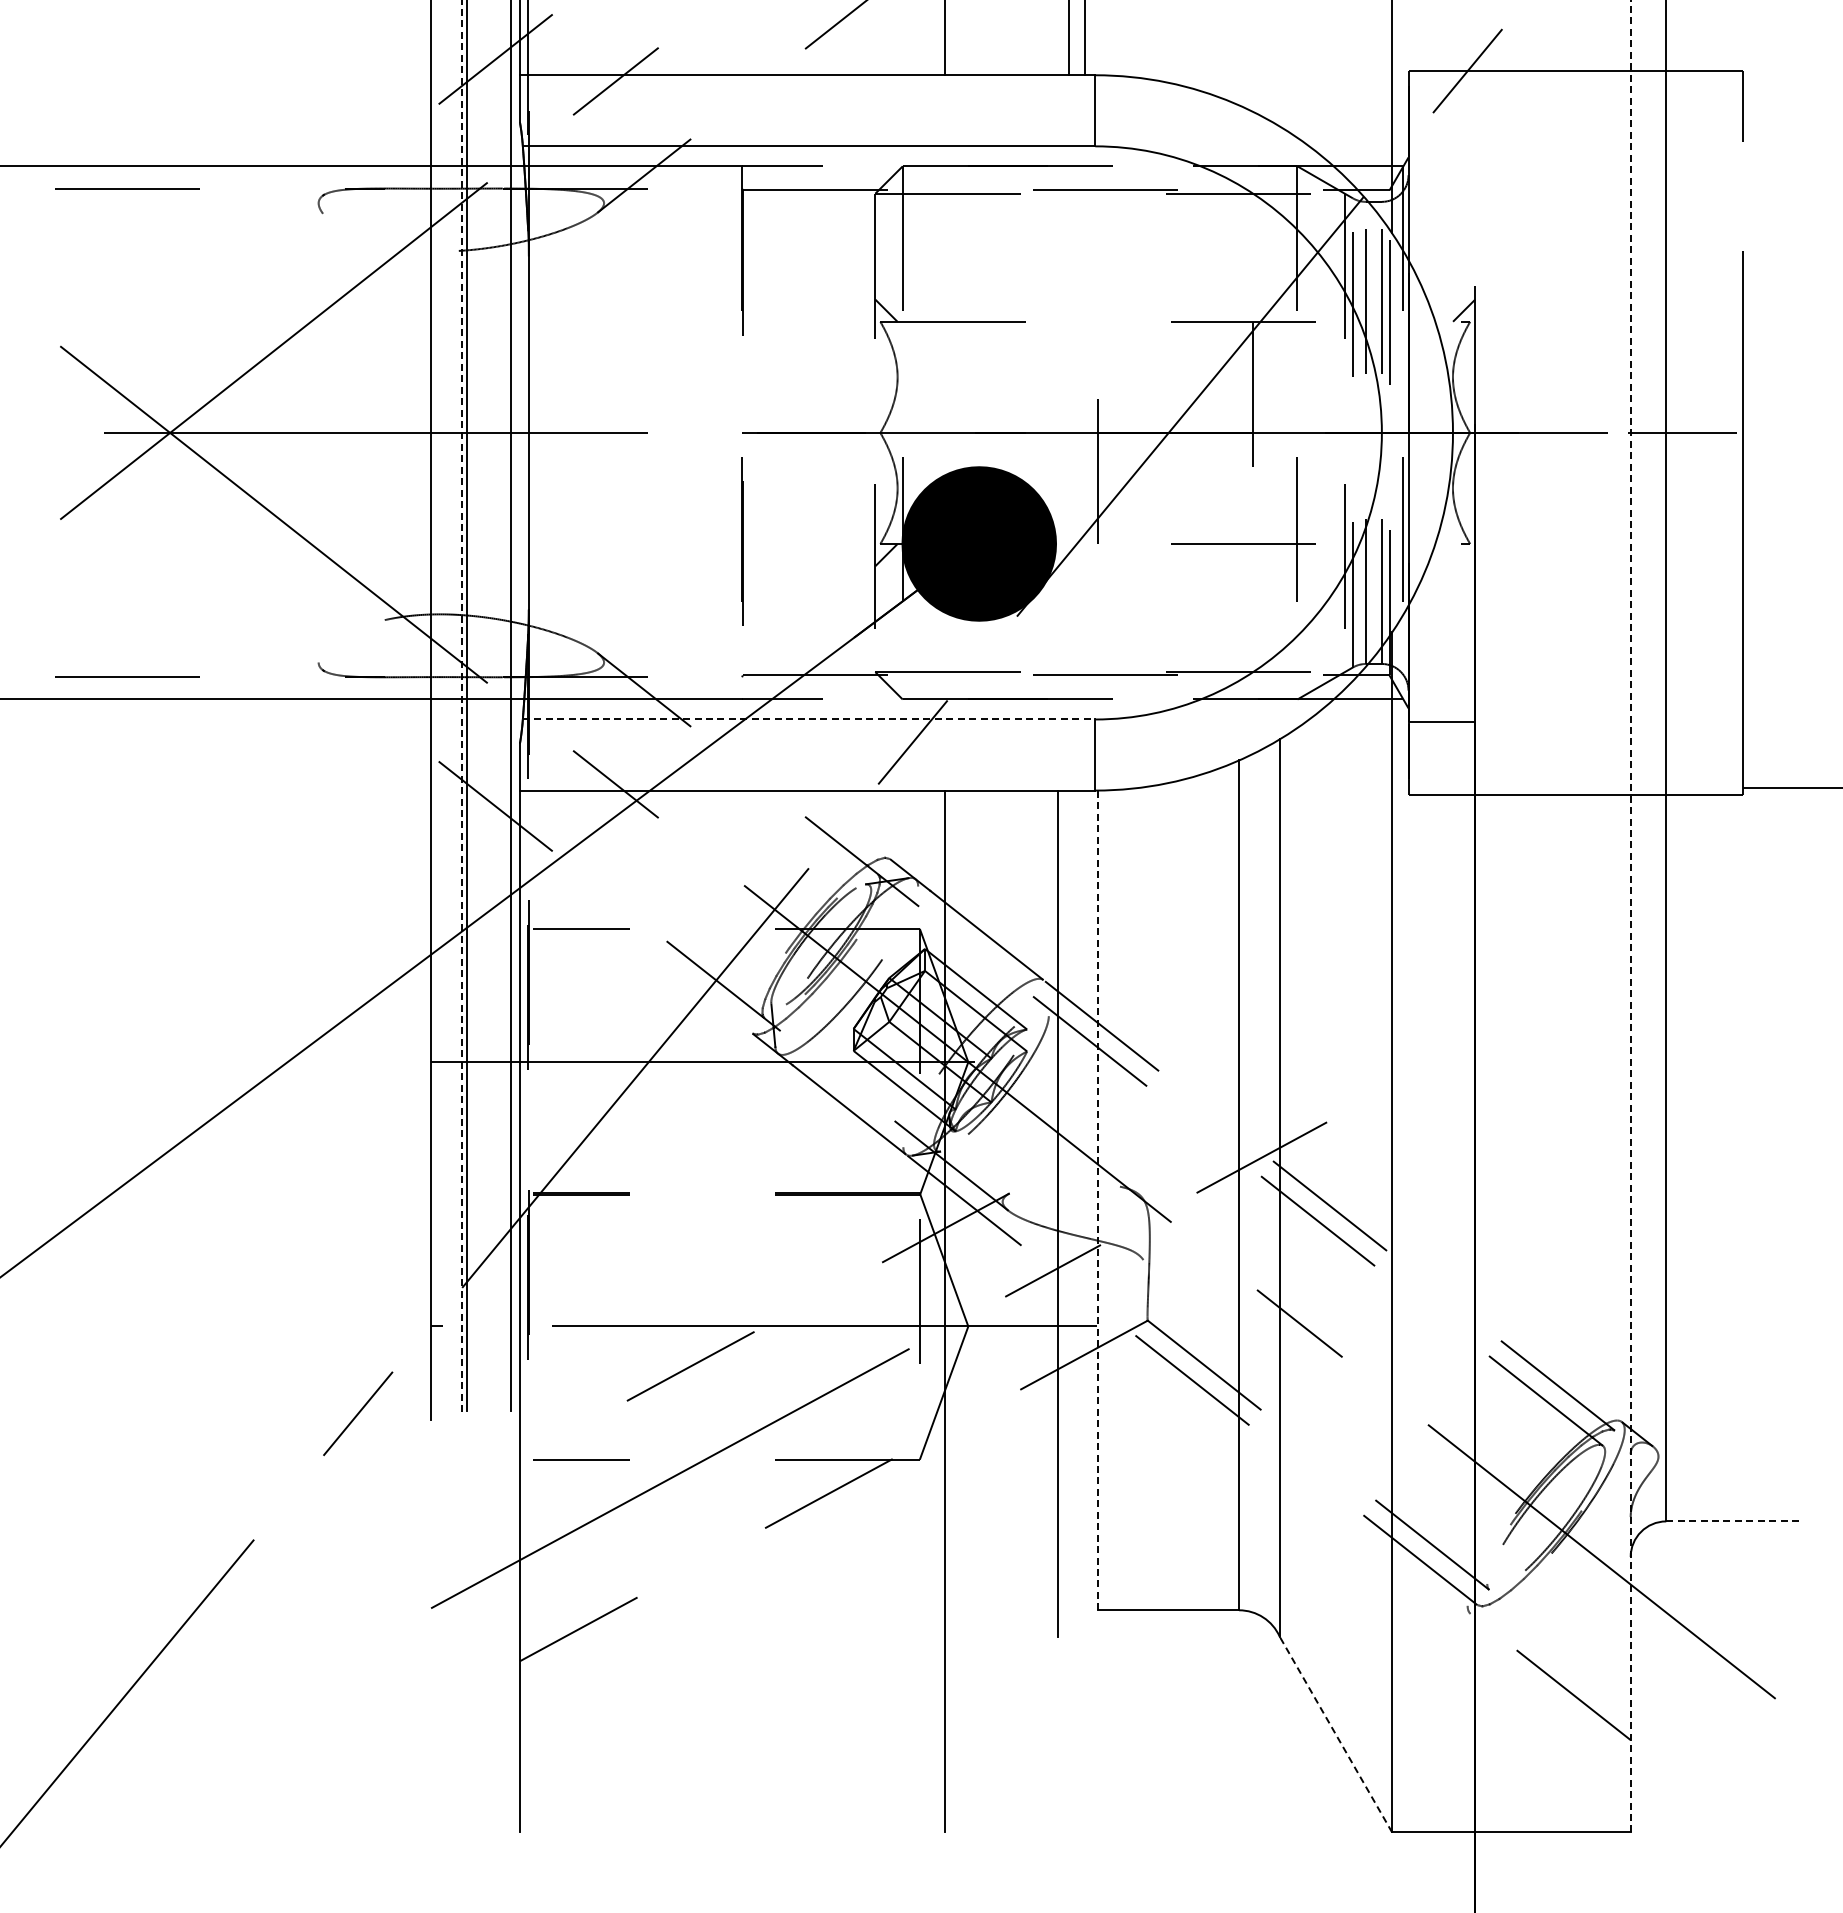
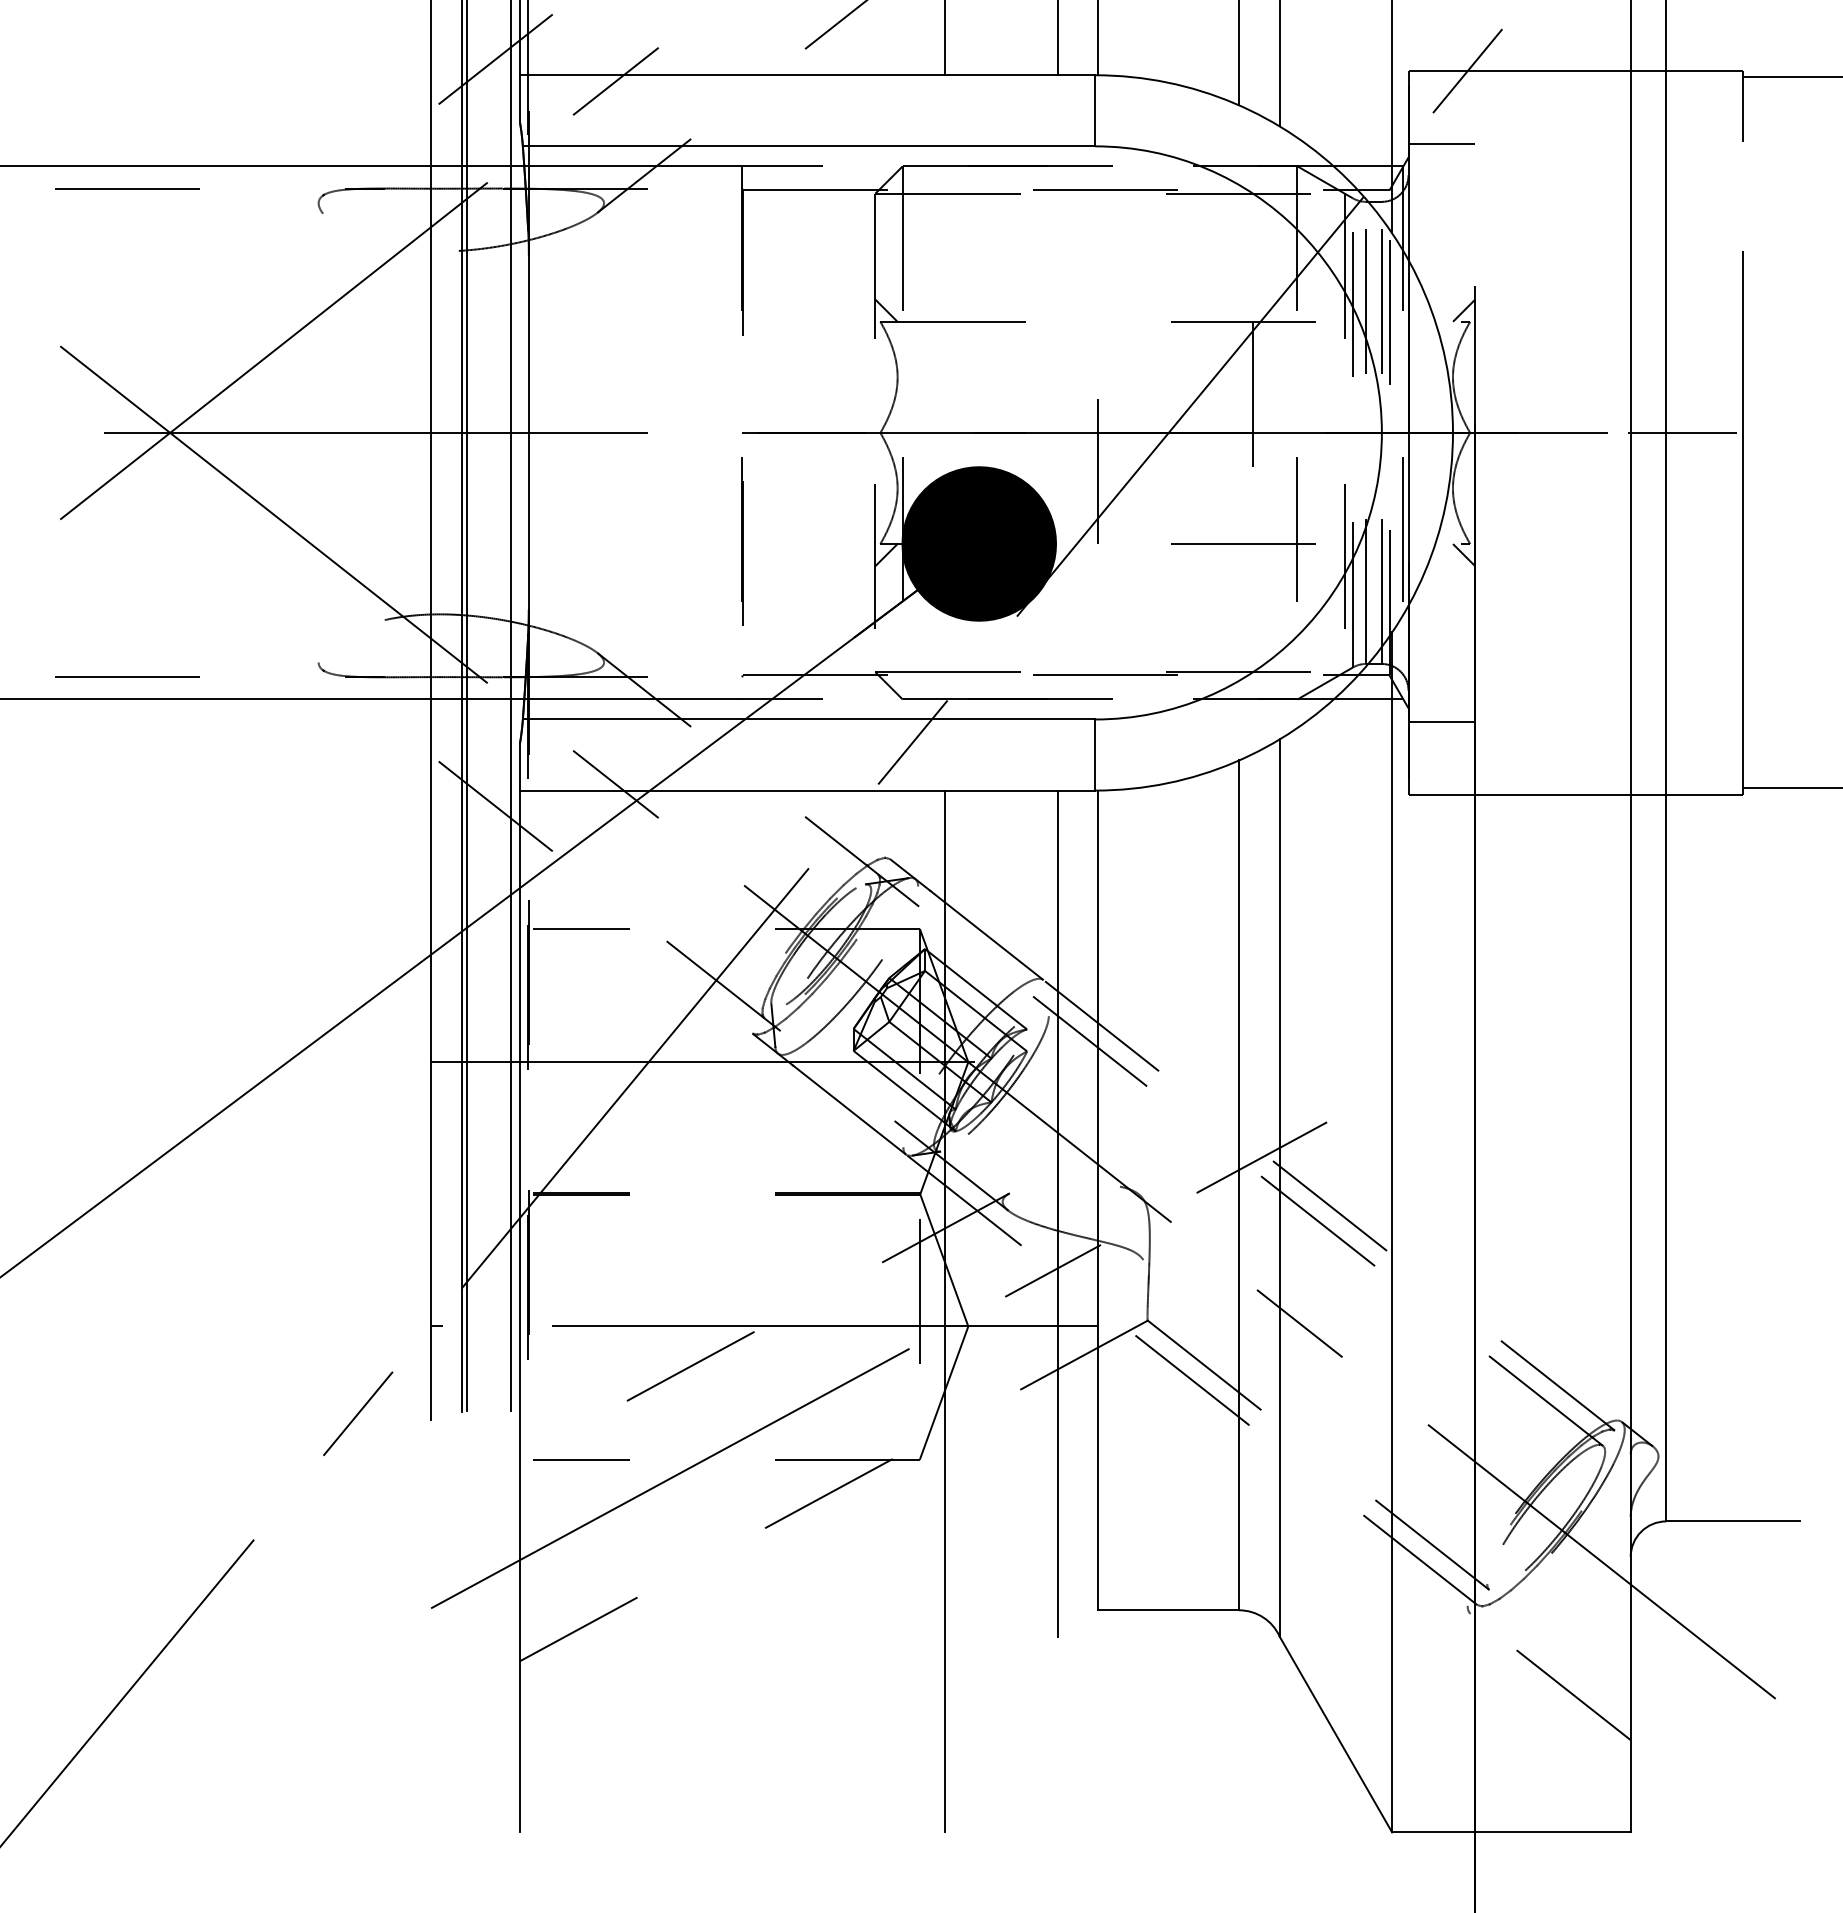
line at (1068, 38) position: (1068, 38) -> (1057, 38)
line at (1085, 38) position: (1085, 38) -> (1098, 38)
line at (1239, 53): none -> present
line at (1279, 64): none -> present
line at (1791, 77): none -> present
line at (1441, 144): none -> present
line at (1464, 555): none -> present
line at (462, 706): dashed -> solid
line at (809, 719): dashed -> solid
line at (1630, 916): dashed -> solid
line at (1098, 1200): dashed -> solid
line at (1732, 1521): dashed -> solid
line at (1335, 1734): dashed -> solid
